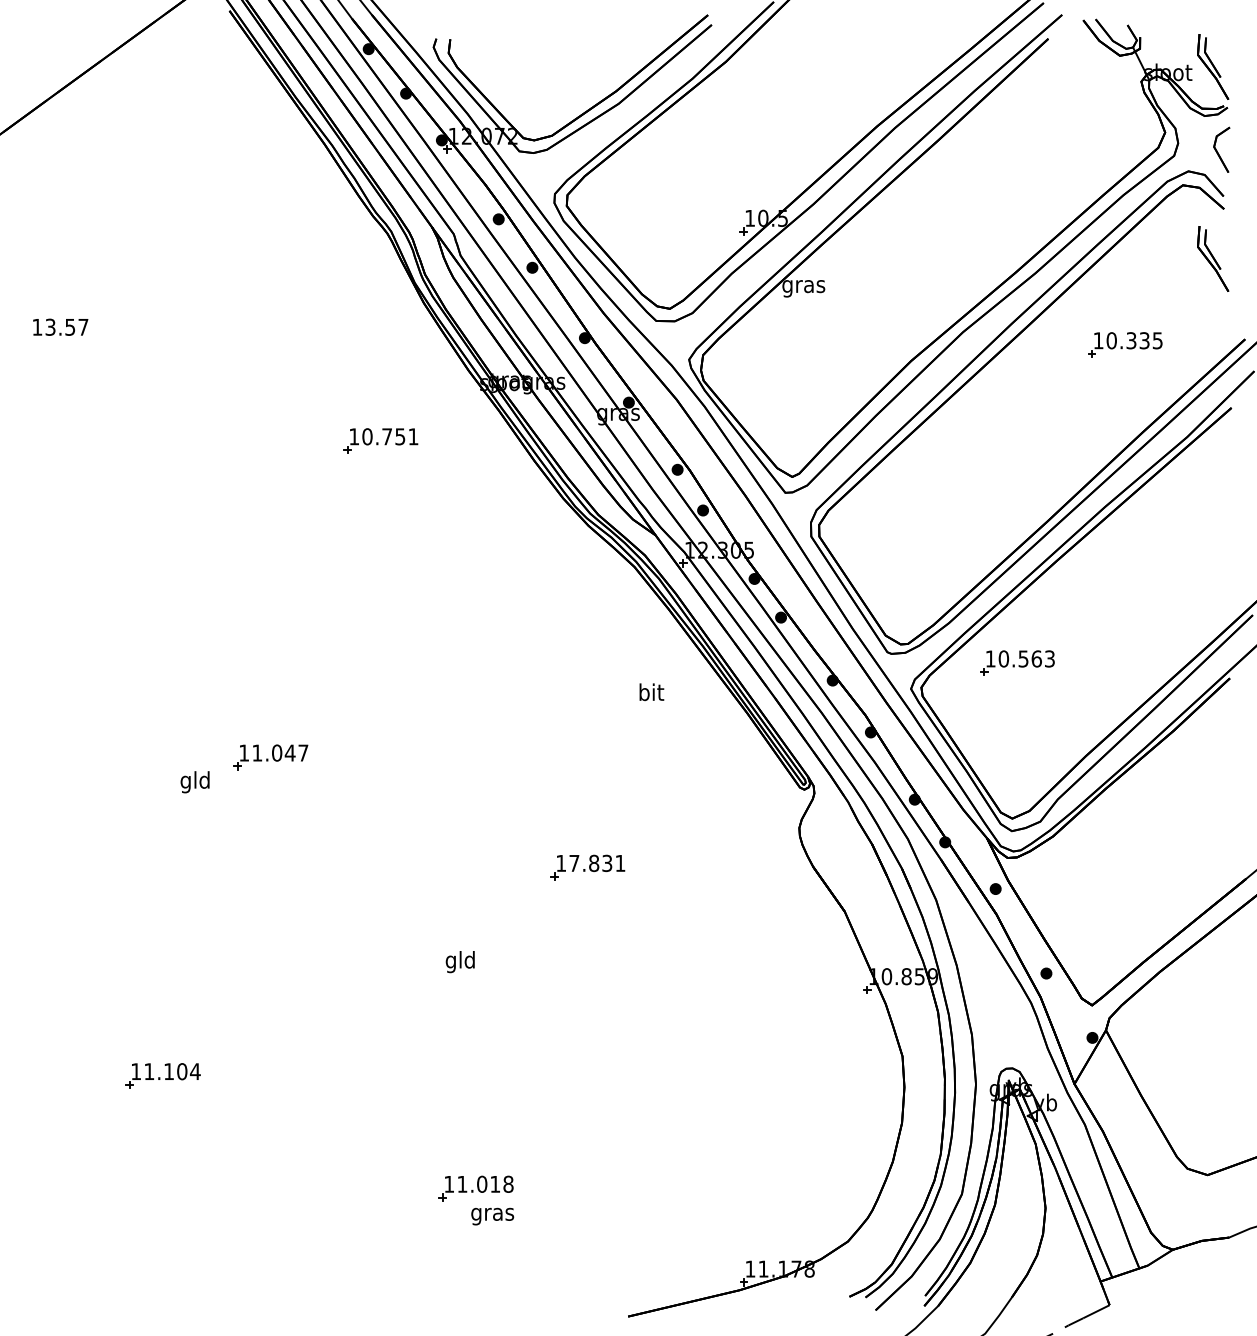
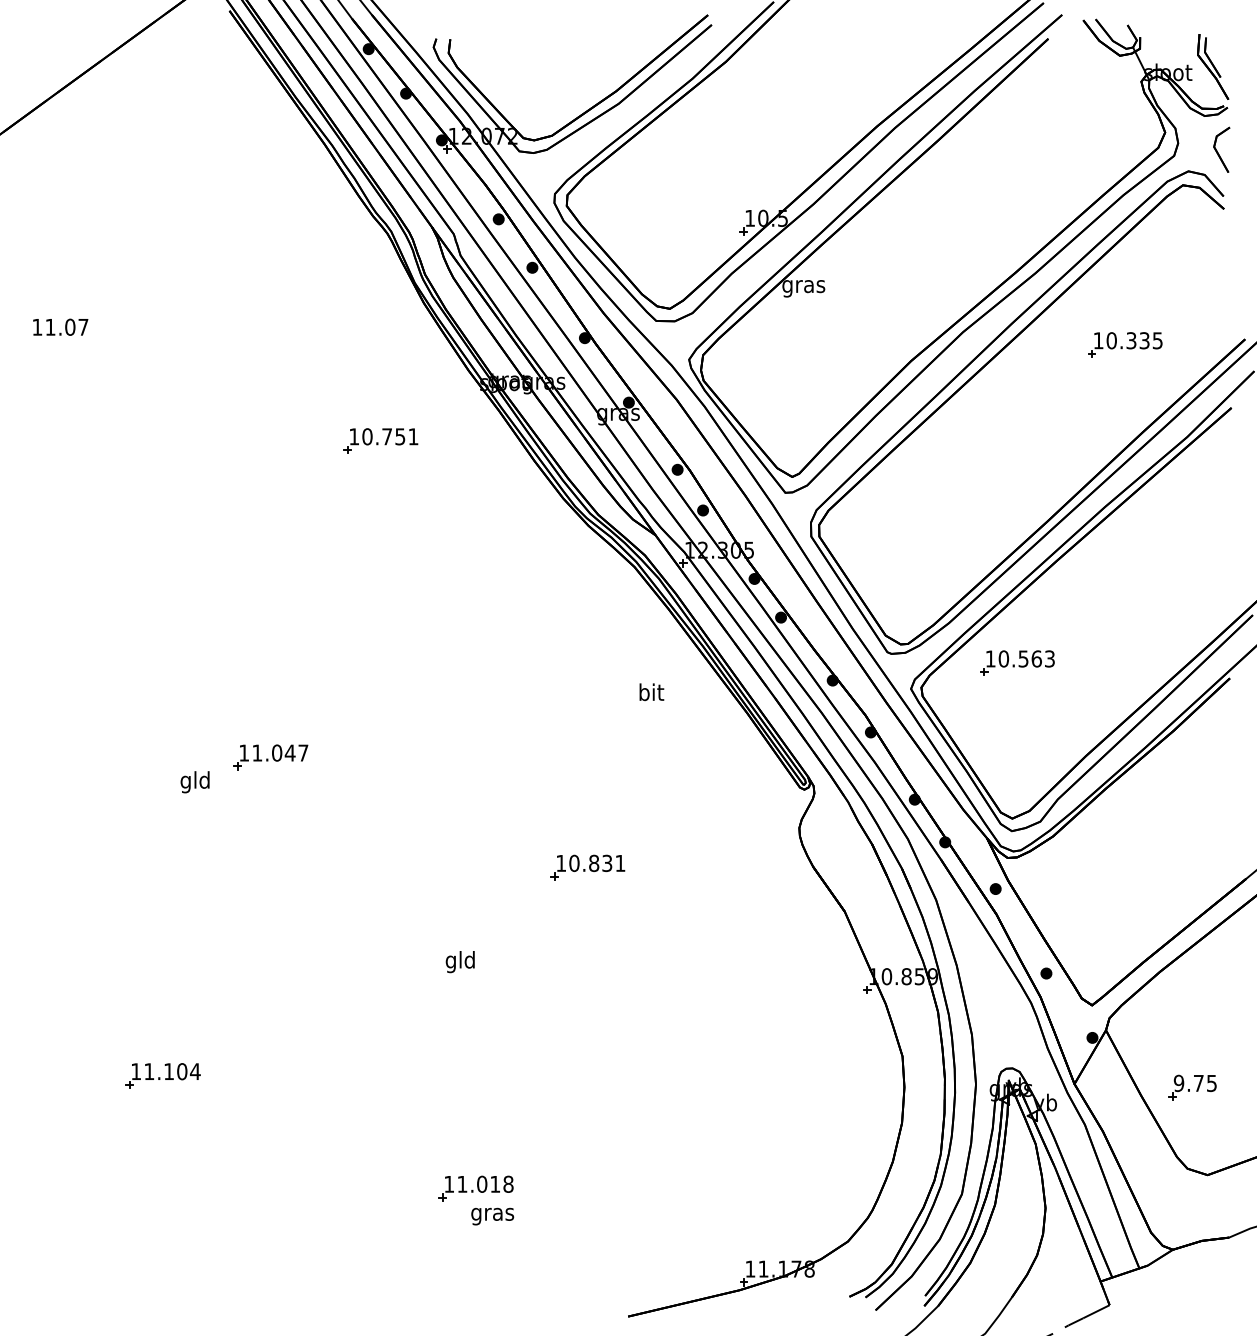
part at (1213, 258): present -> none
text at (60, 326): 13.57 -> 11.07
text at (574, 863): 17.831 -> 10.831
part at (1192, 1087): none -> present
